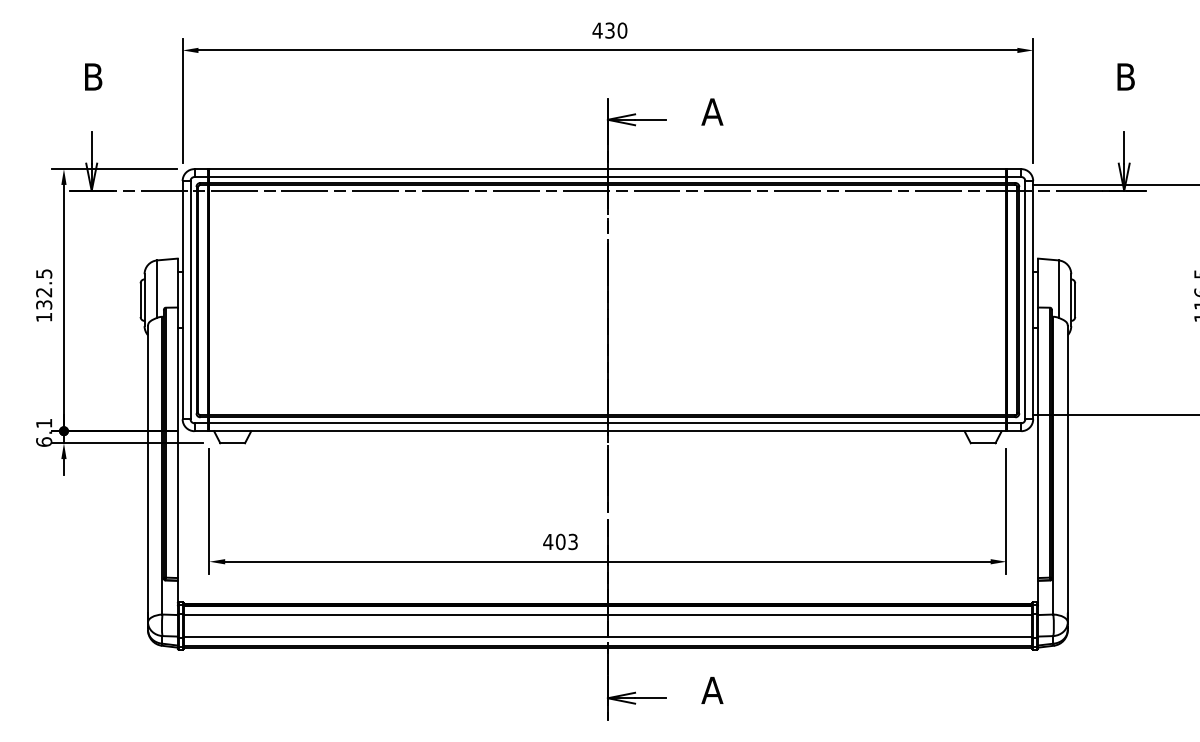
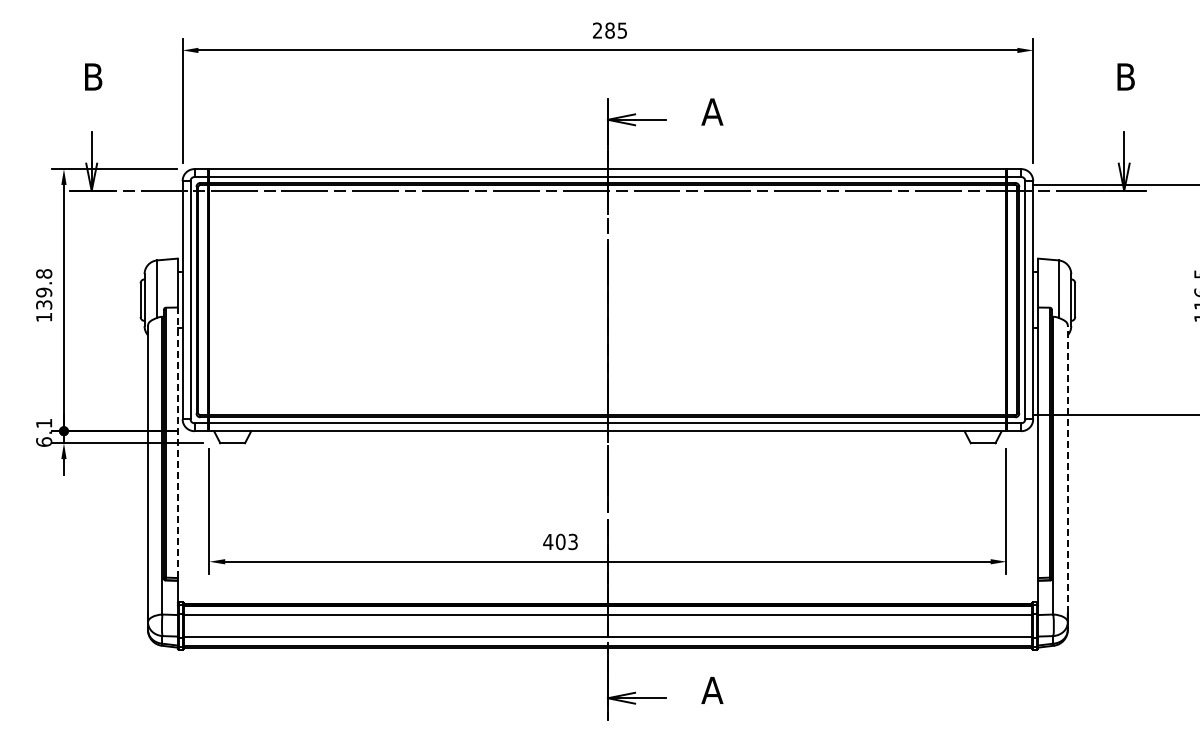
text at (609, 30): 430 -> 285
text at (44, 283): 132.5 -> 139.8
line at (177, 442): solid -> dashed
line at (1067, 468): solid -> dashed
